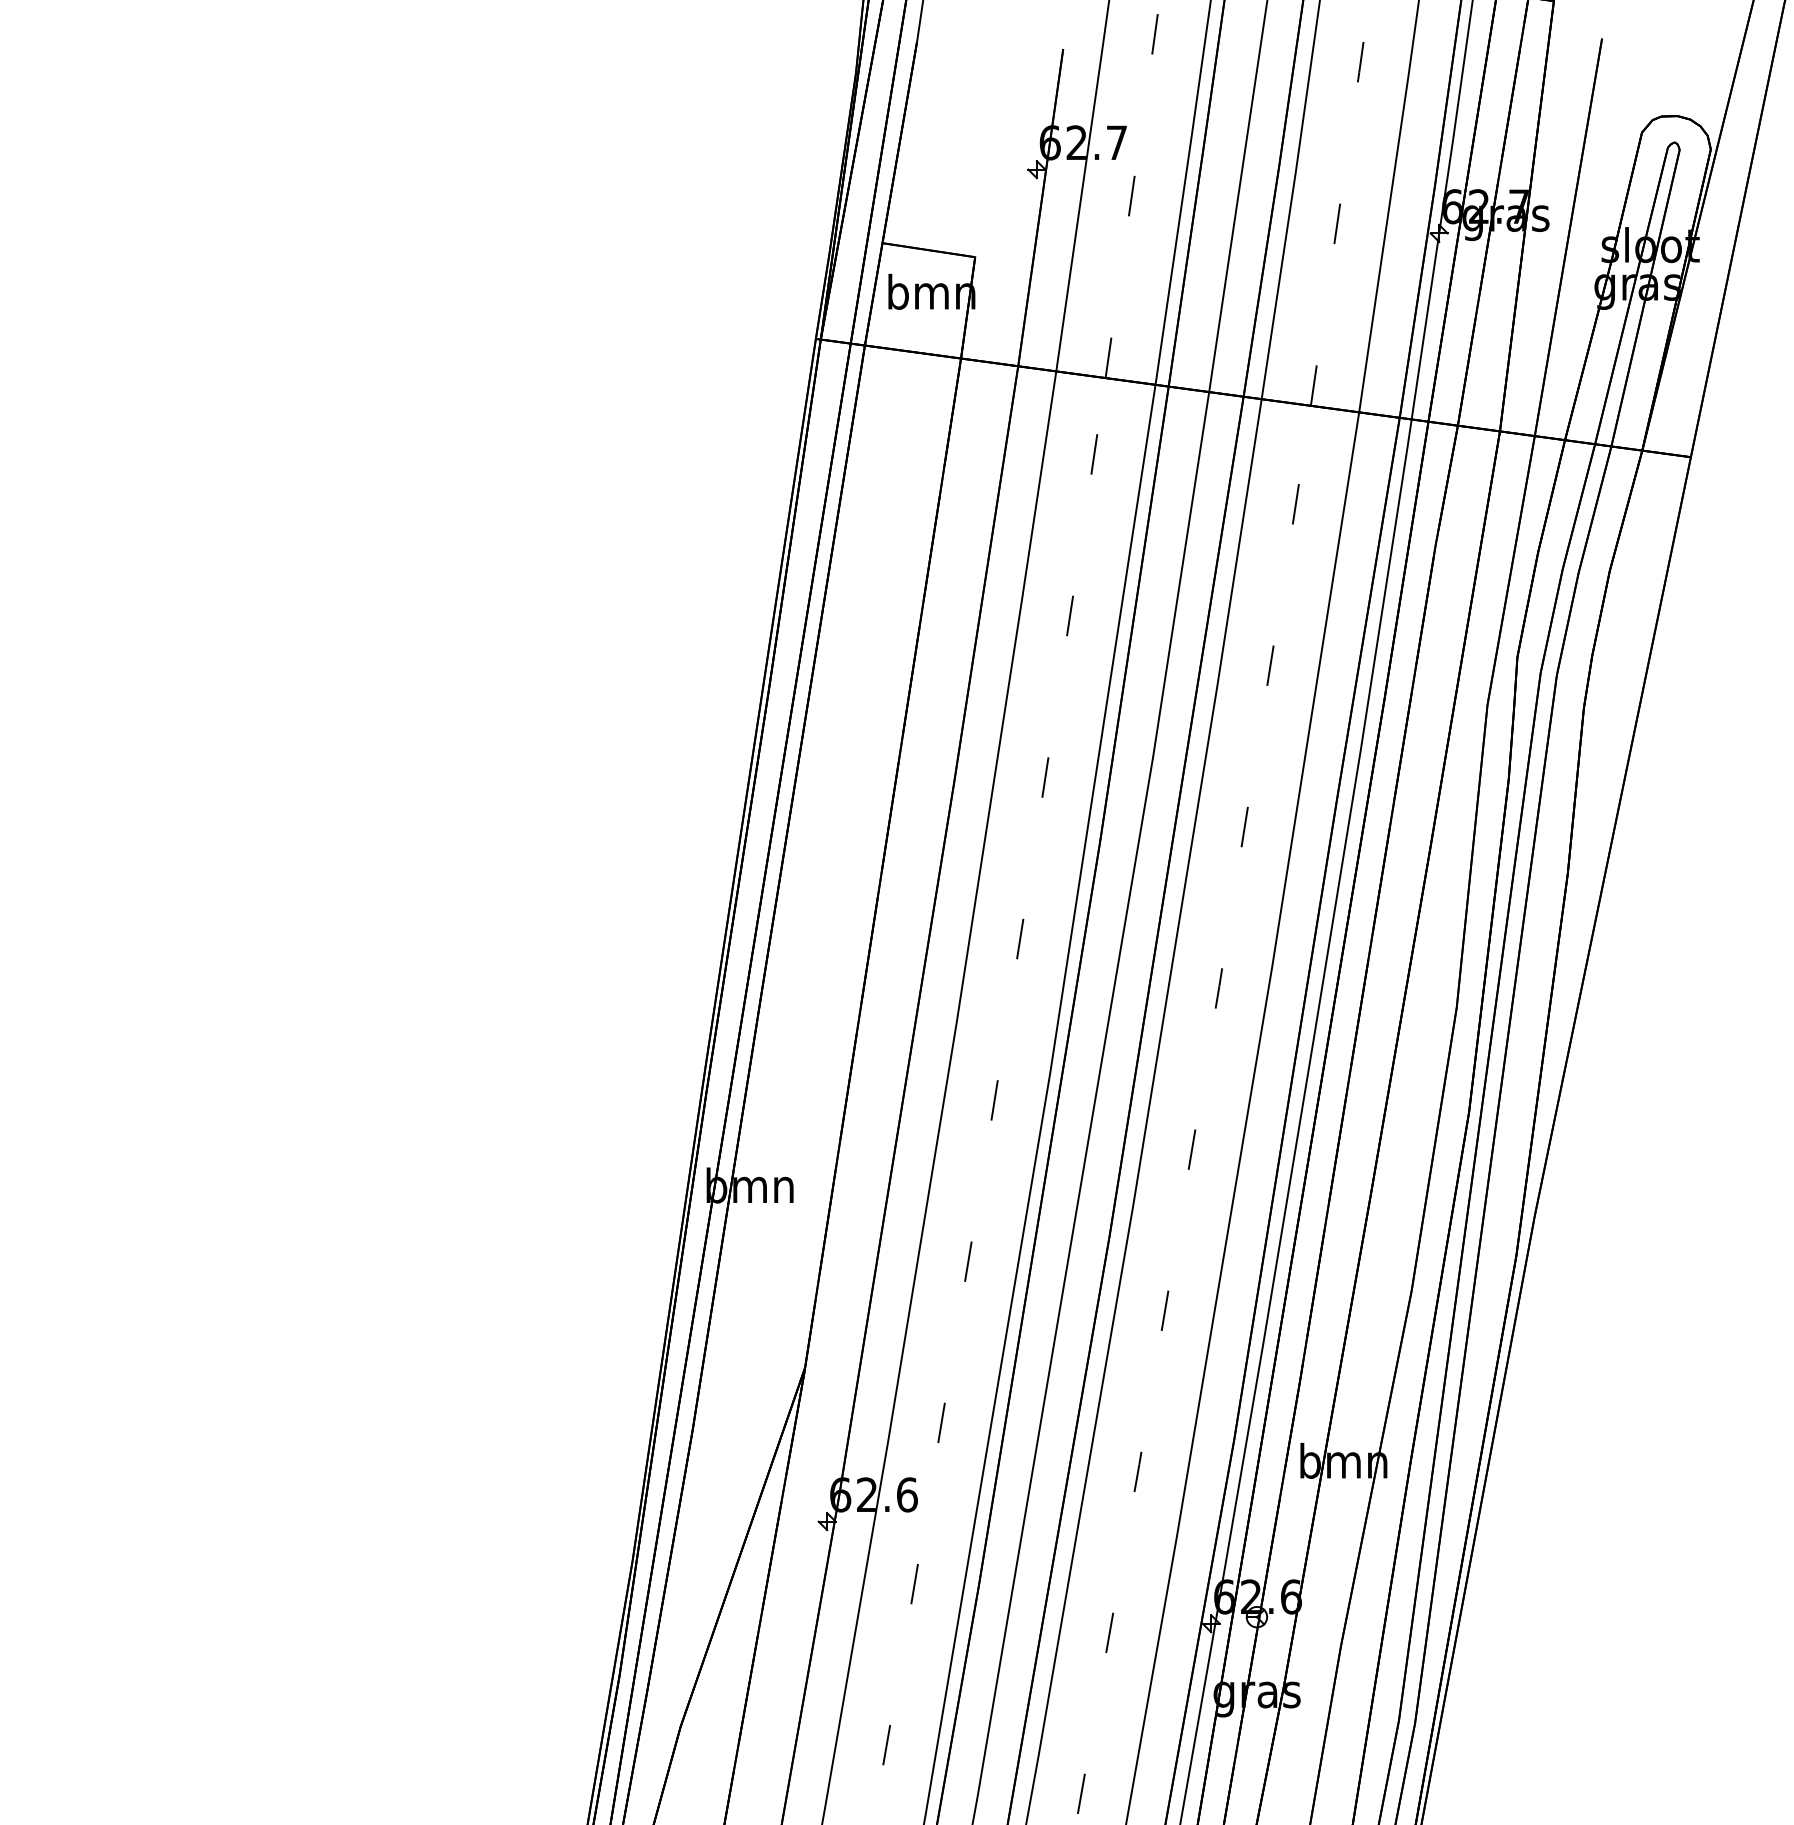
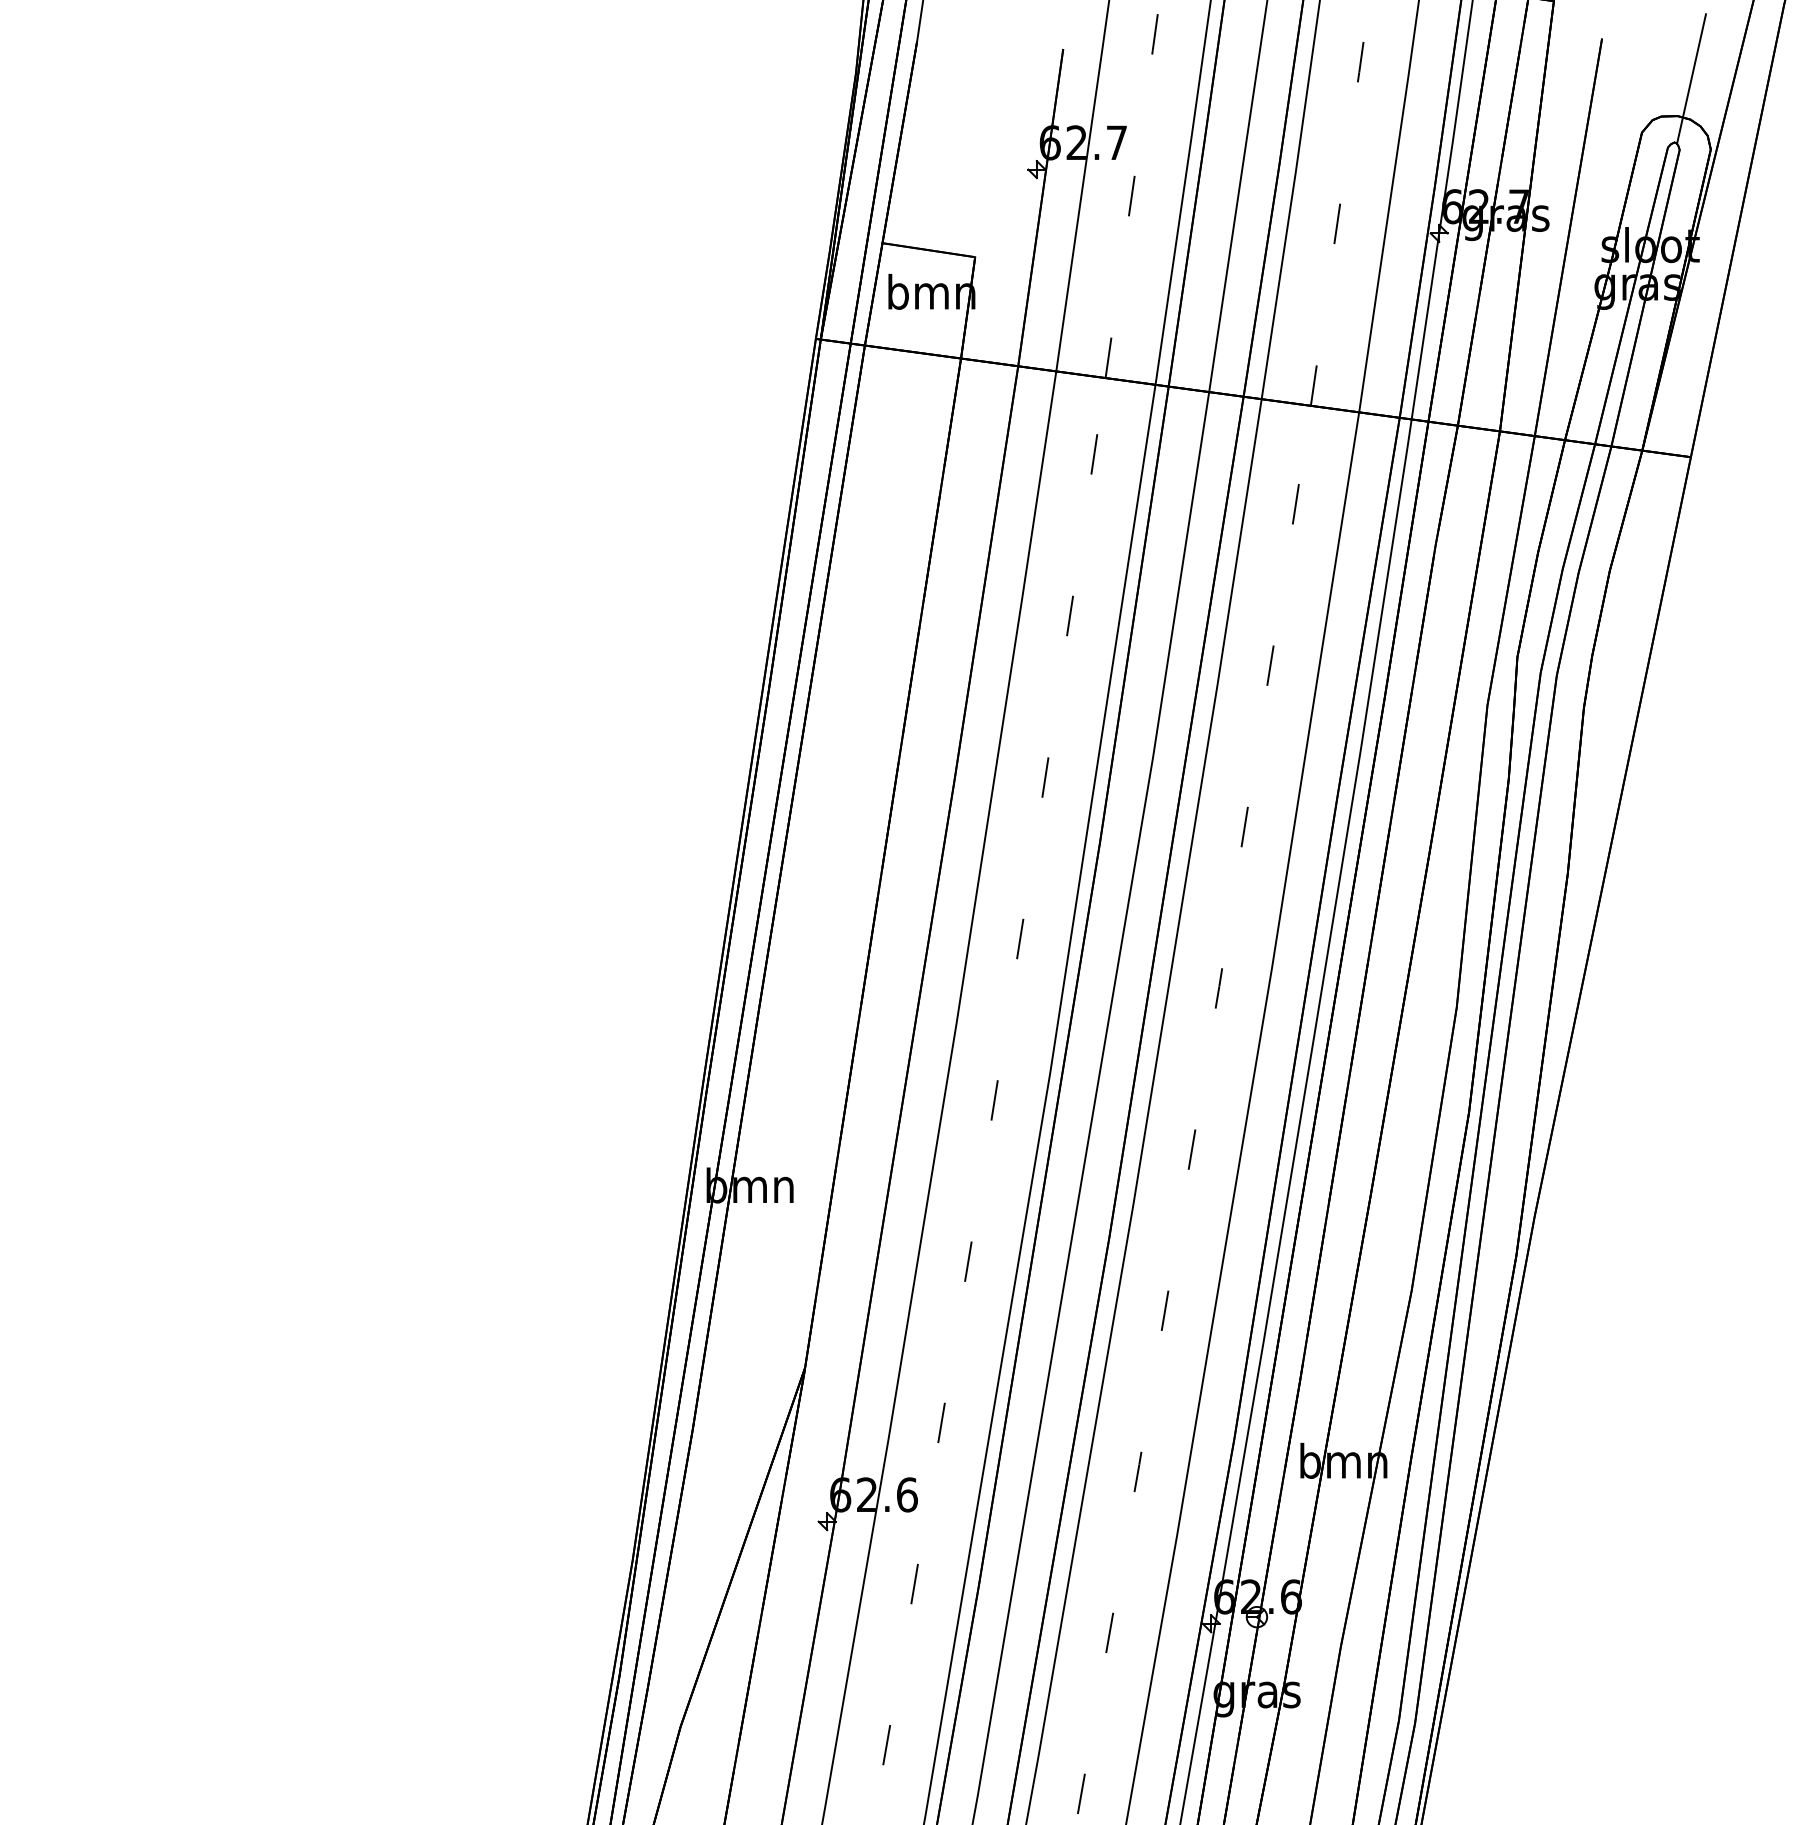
line at (1691, 78): none -> present
